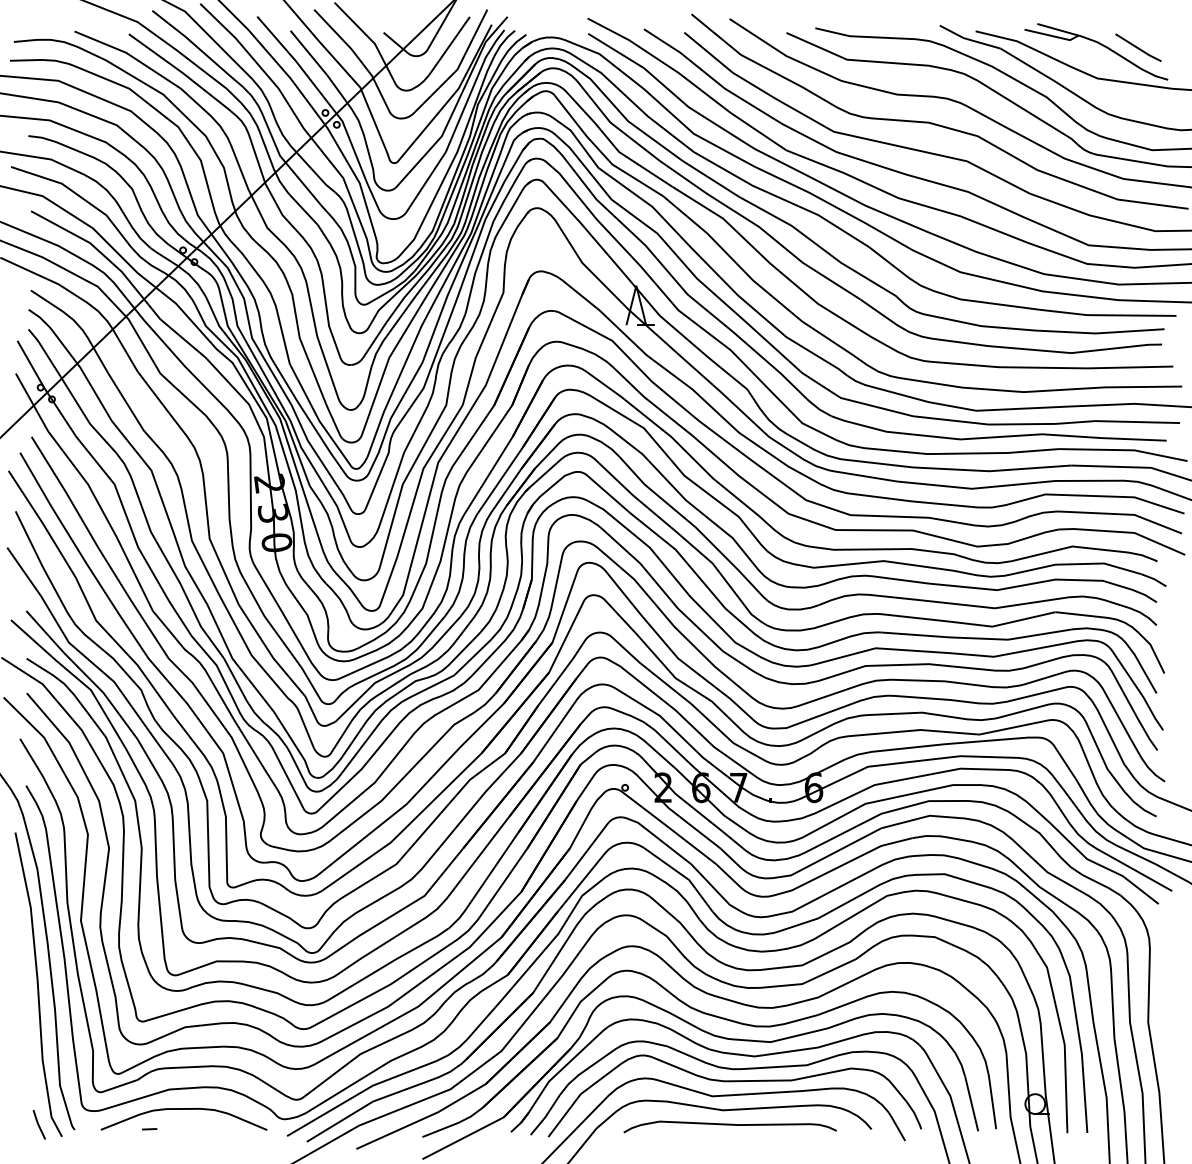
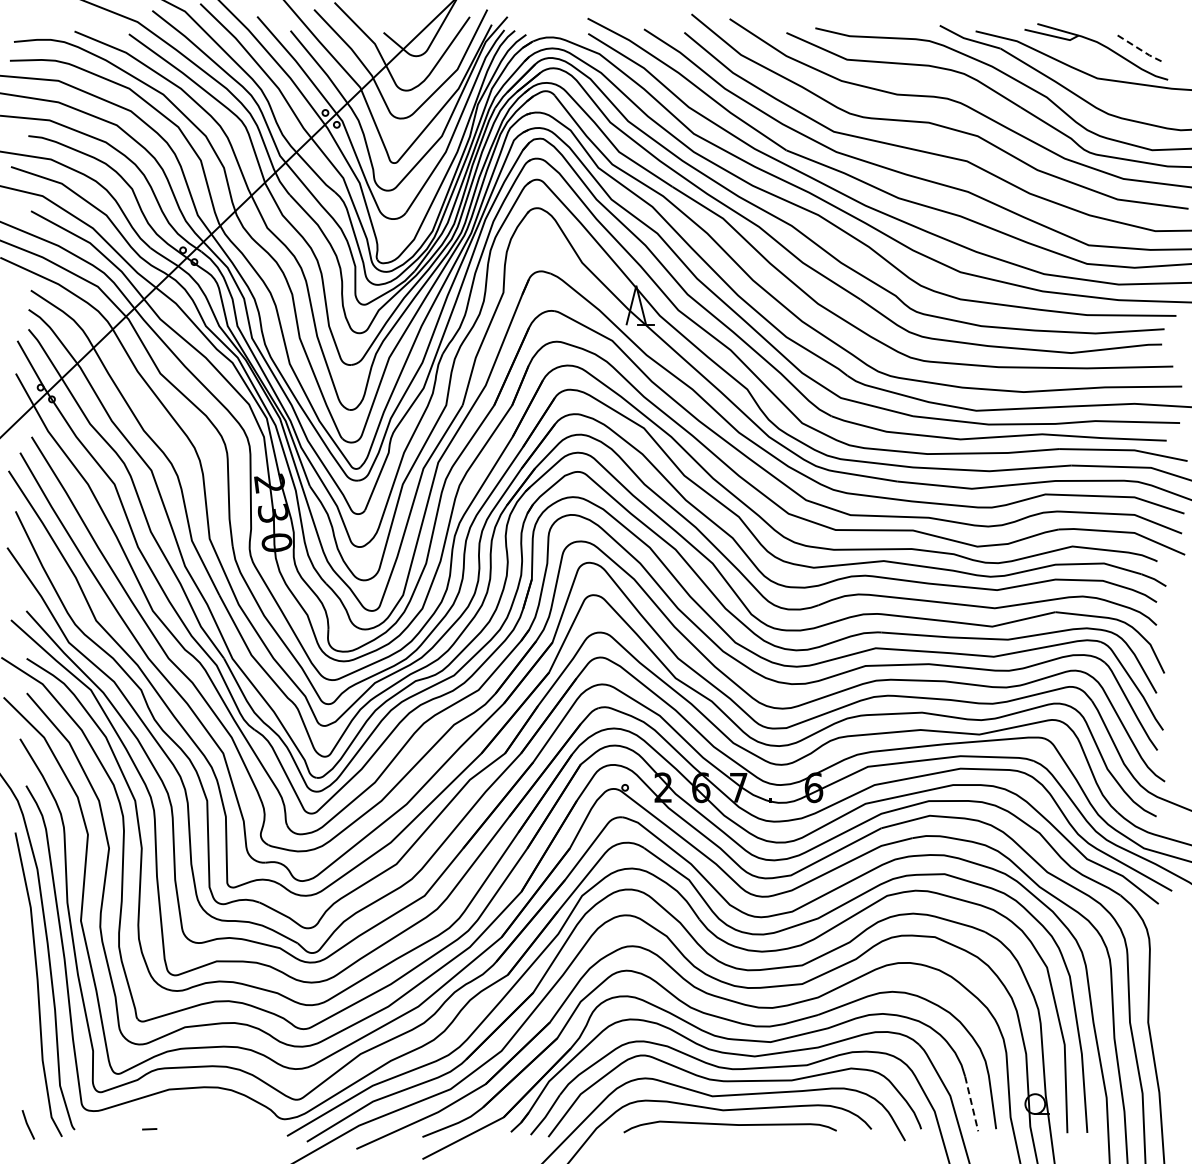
line at (1138, 48): solid -> dashed
line at (971, 1104): solid -> dashed
curve at (183, 1109): present -> none
line at (38, 1124) position: (38, 1124) -> (27, 1124)
